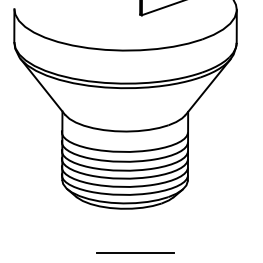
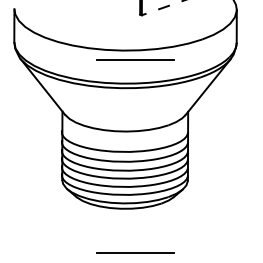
line at (163, 7): solid -> dashed
line at (135, 59): none -> present
